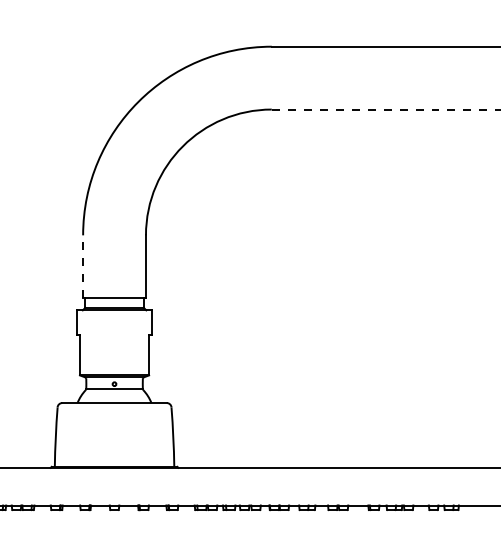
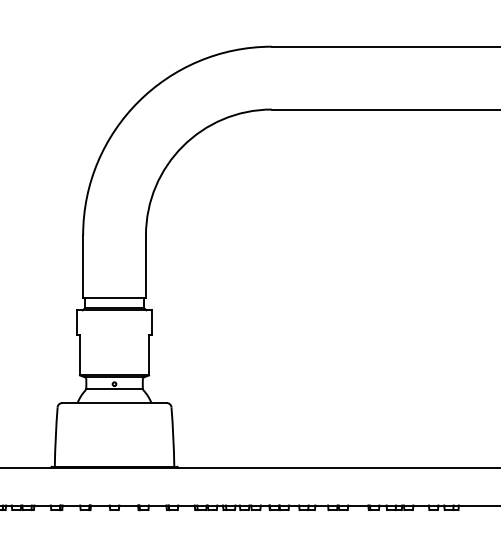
line at (386, 109): dashed -> solid
line at (83, 266): dashed -> solid
